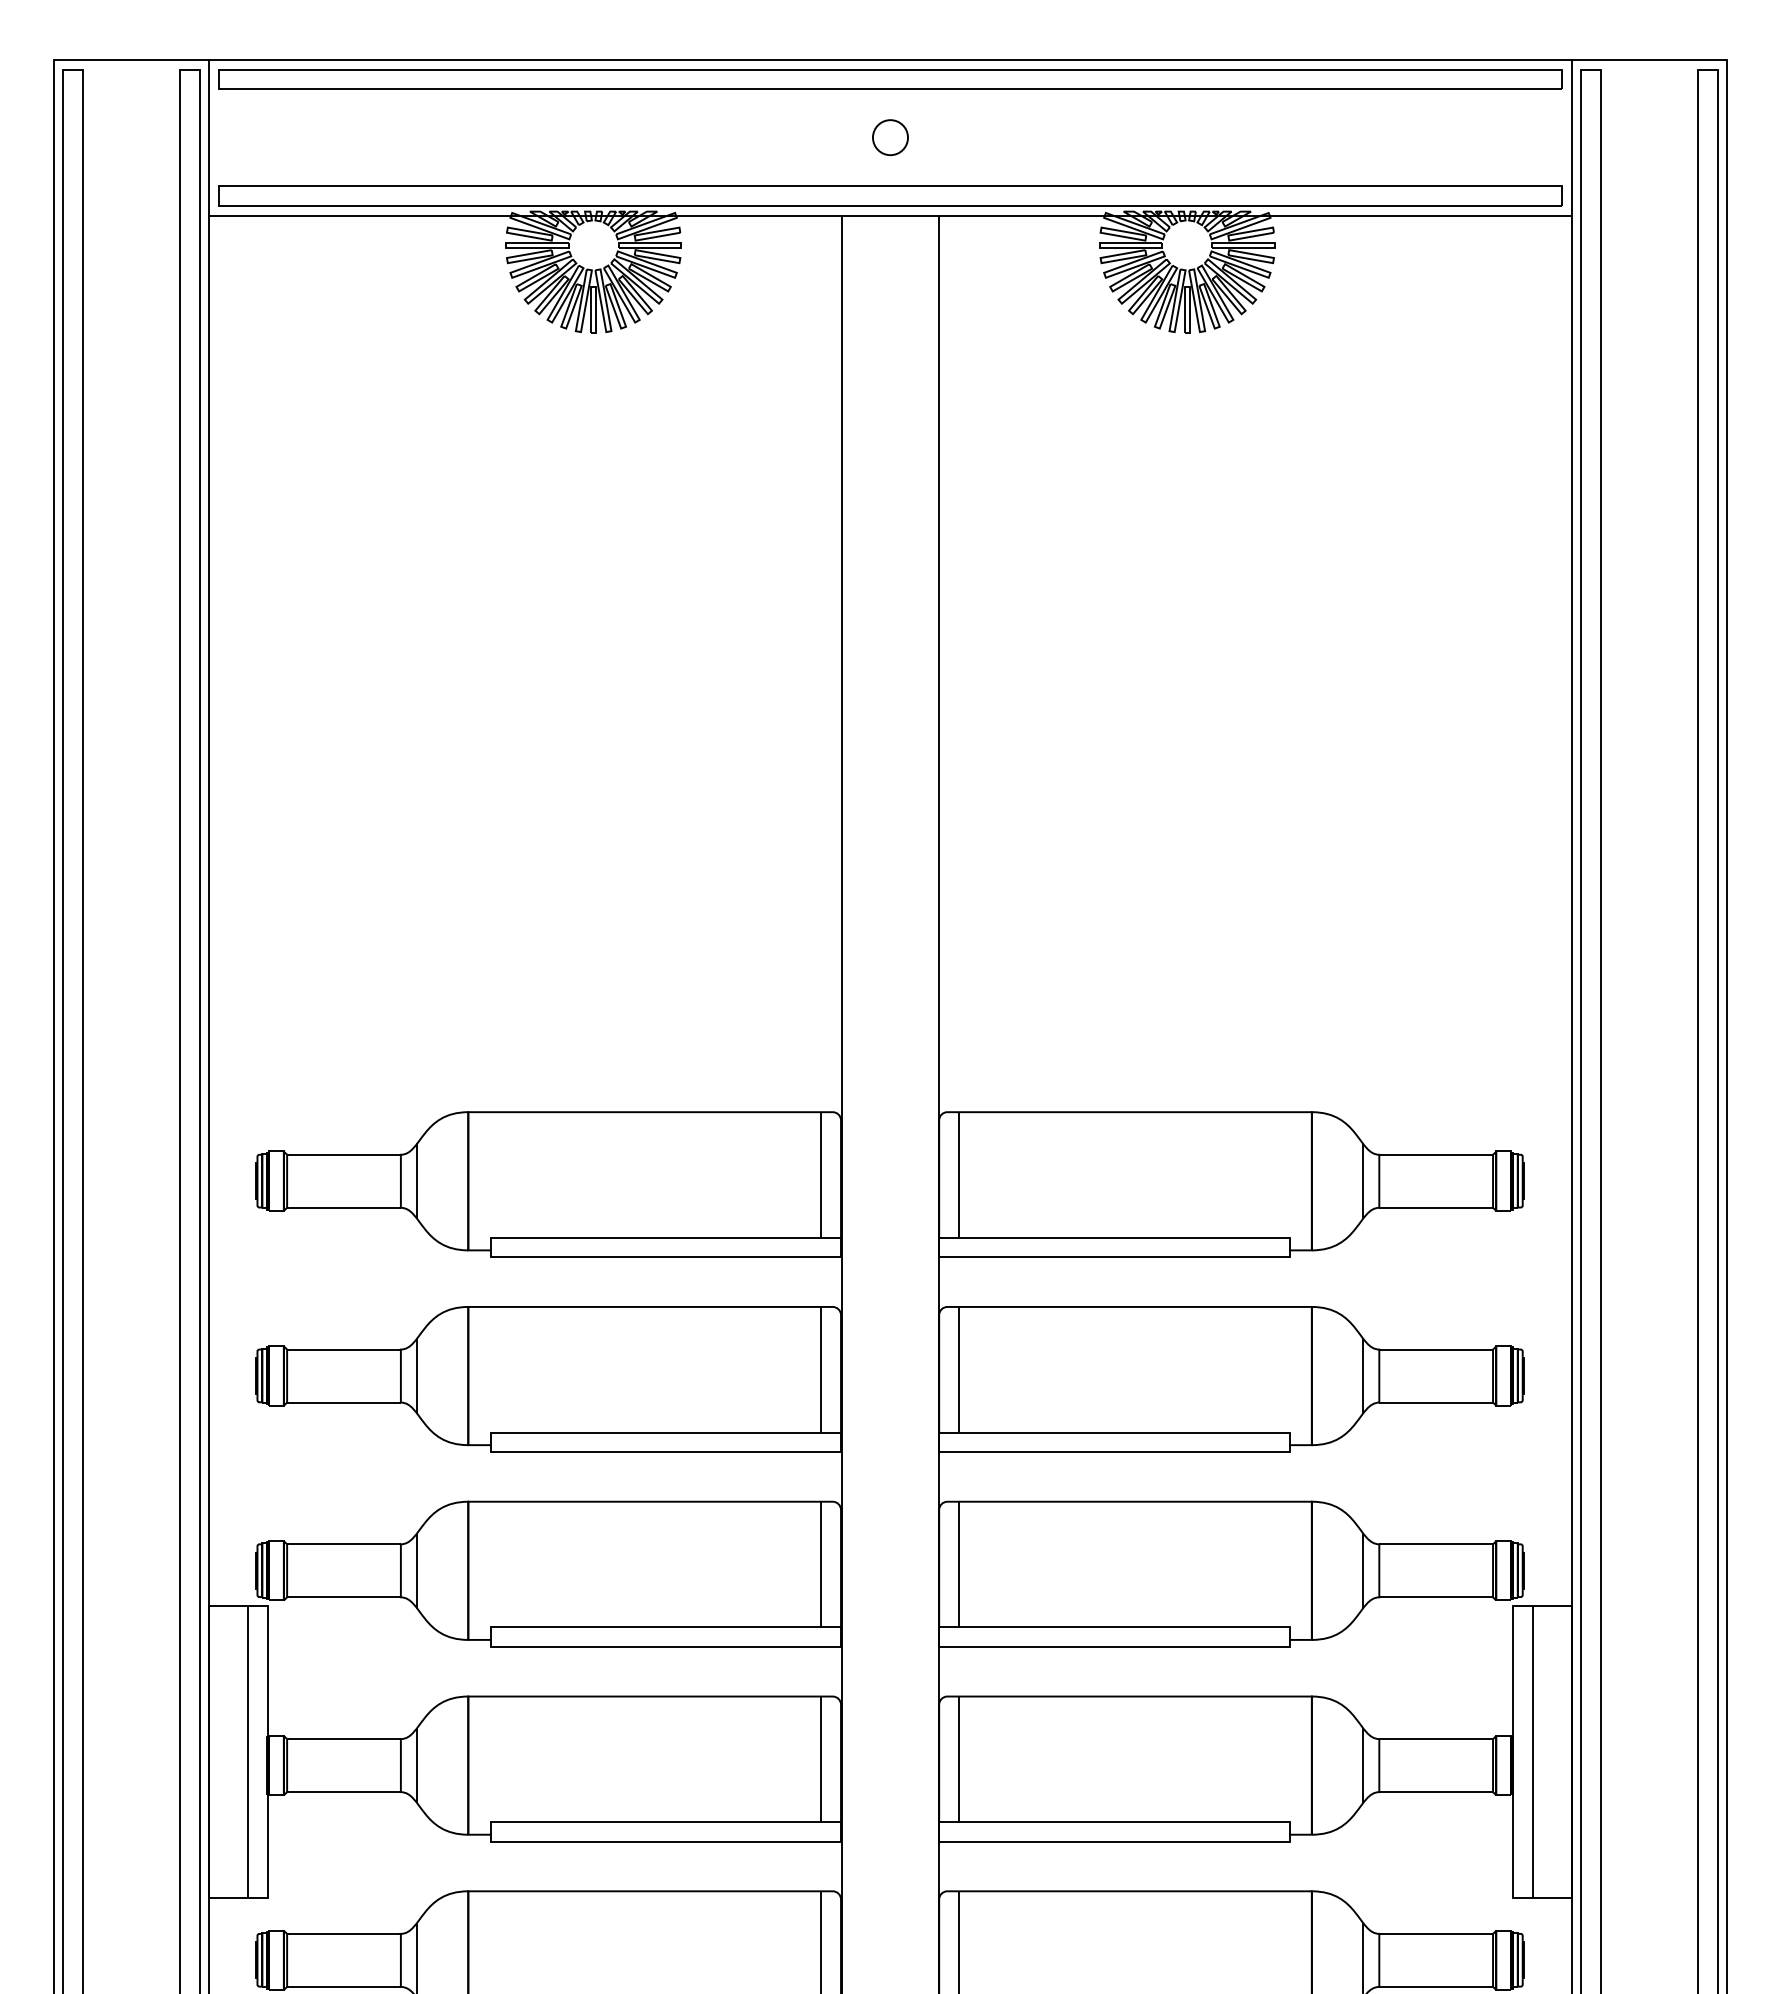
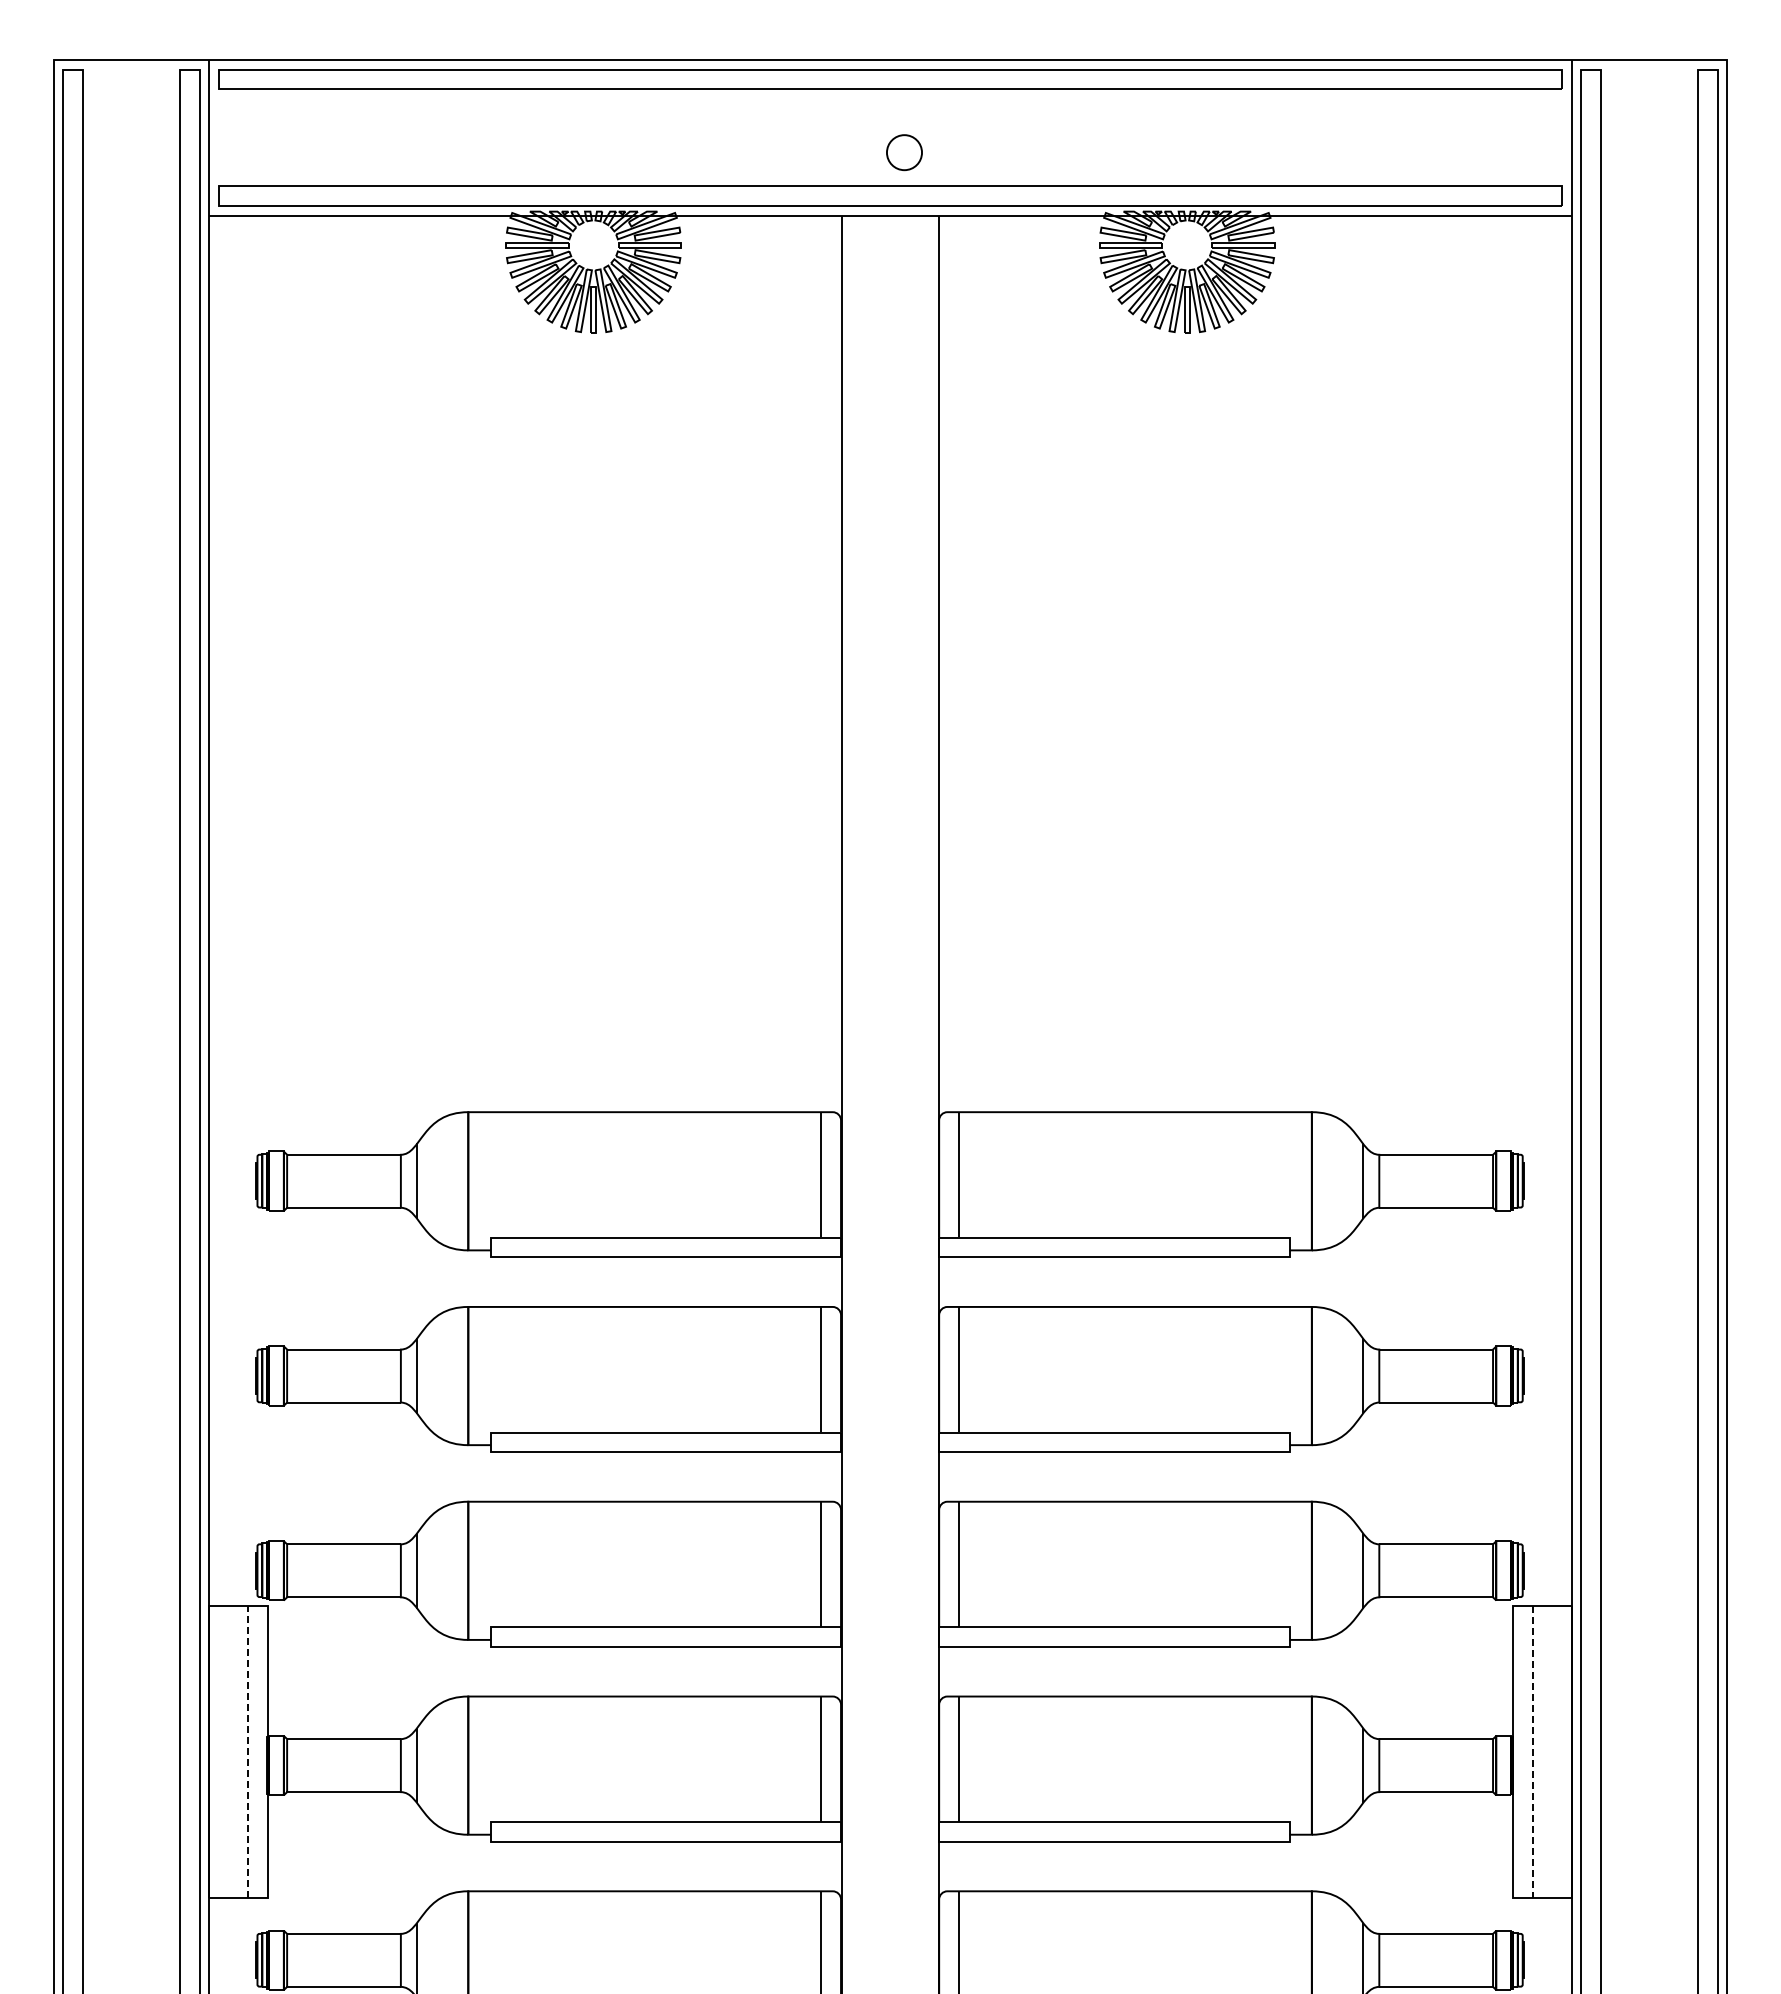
part at (890, 137) position: (890, 137) -> (904, 152)
line at (248, 1752): solid -> dashed
line at (1532, 1752): solid -> dashed
